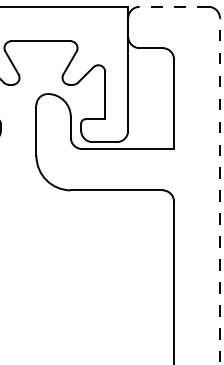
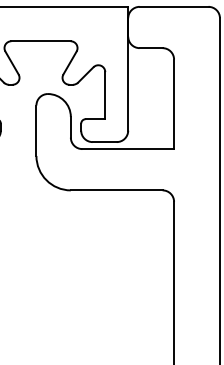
line at (173, 6): dashed -> solid
line at (219, 191): dashed -> solid
